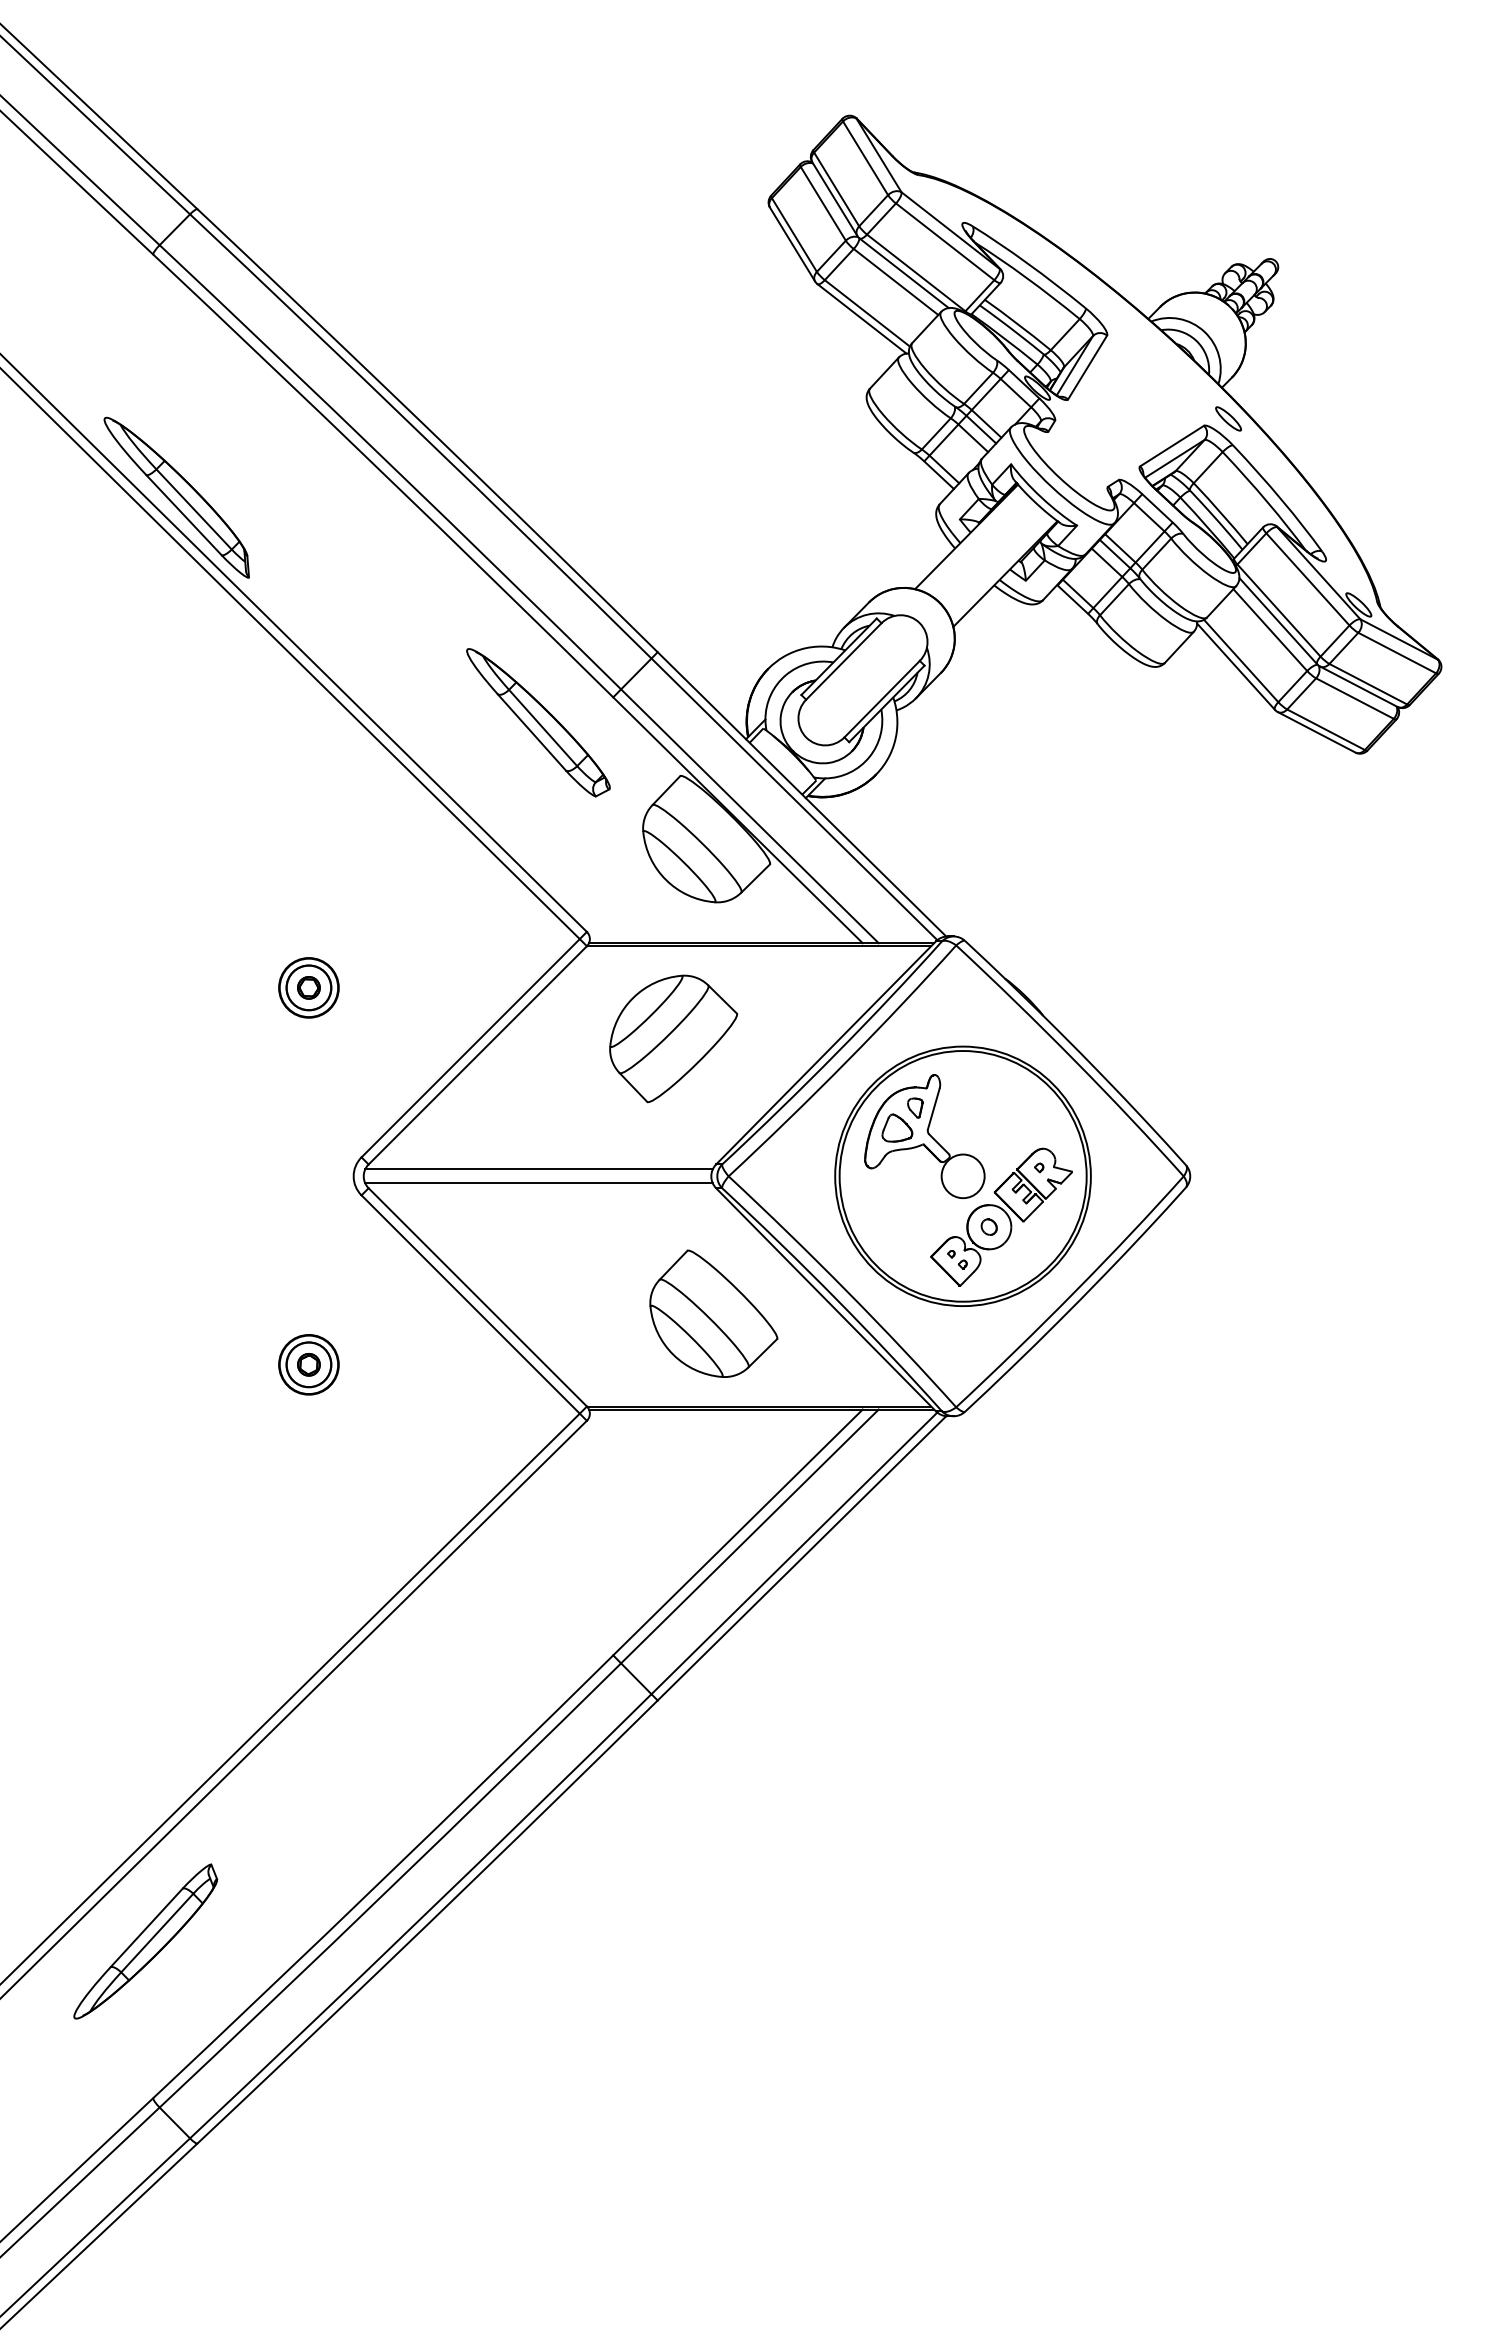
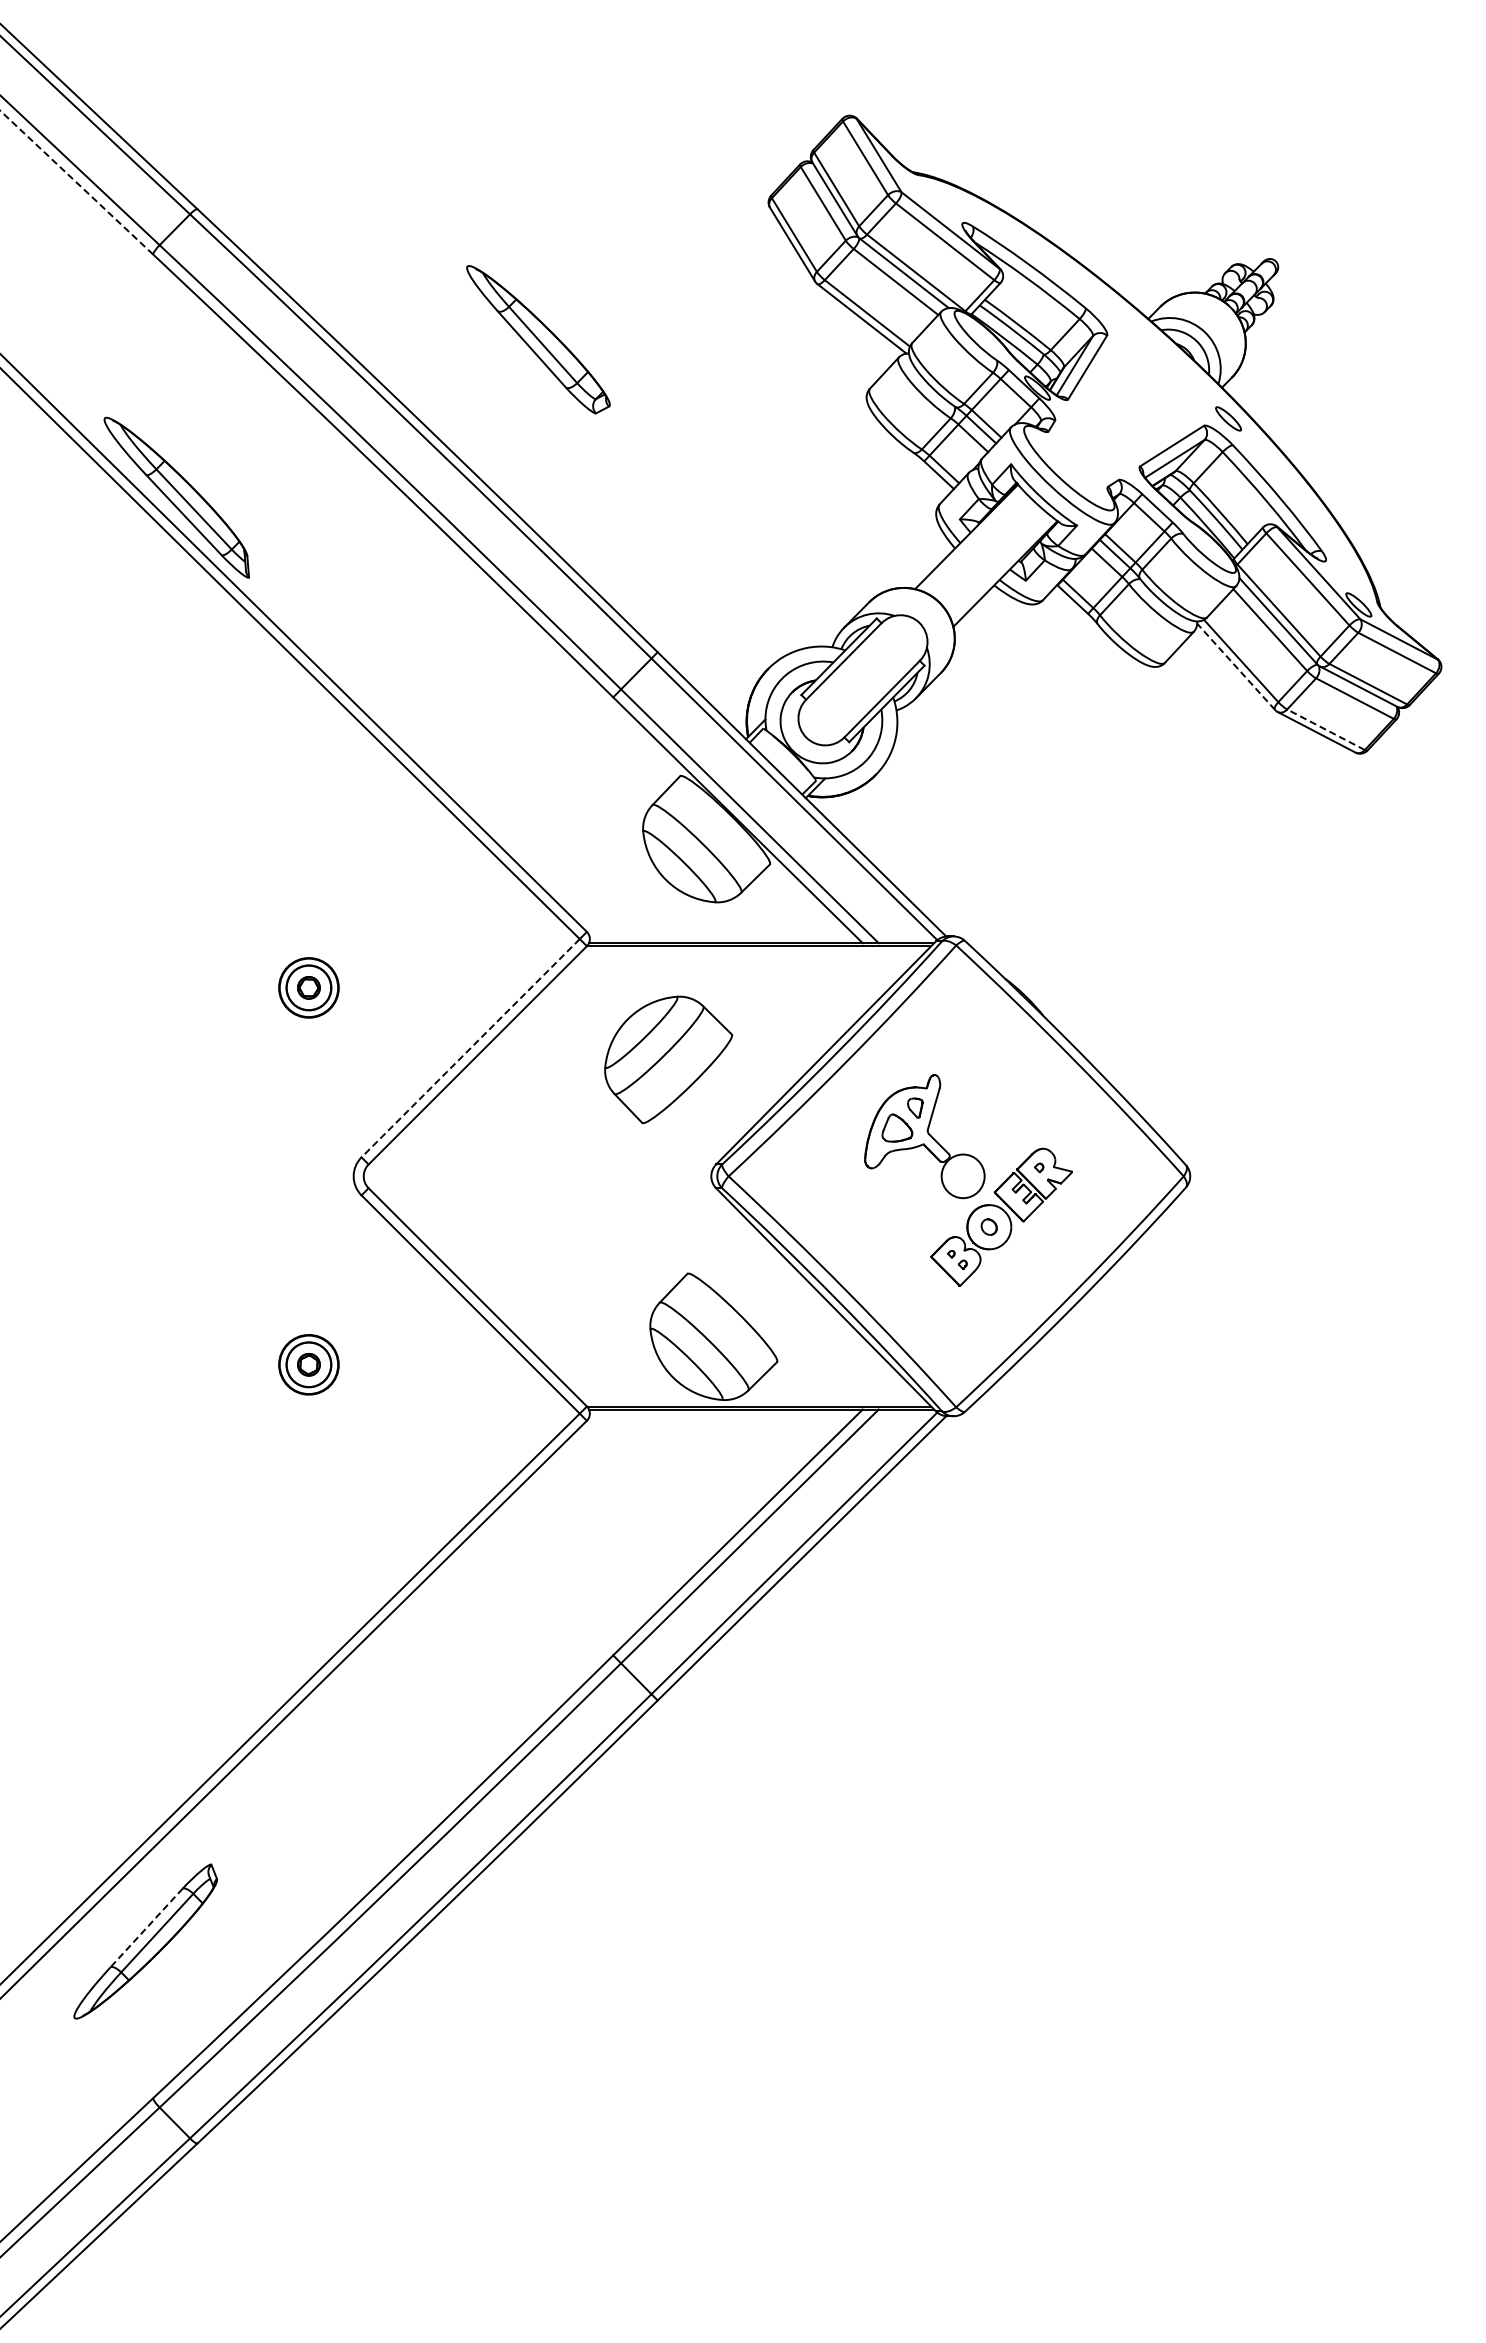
line at (76, 182): solid -> dashed
line at (1235, 666): solid -> dashed
part at (538, 722) position: (538, 722) -> (538, 339)
line at (1326, 729): solid -> dashed
part at (673, 1038) position: (673, 1038) -> (668, 1059)
line at (470, 1048): solid -> dashed
line at (538, 1169): present -> none
part at (962, 1175): present -> none
line at (538, 1183): present -> none
part at (713, 1313) position: (713, 1313) -> (713, 1336)
line at (146, 1928): solid -> dashed
